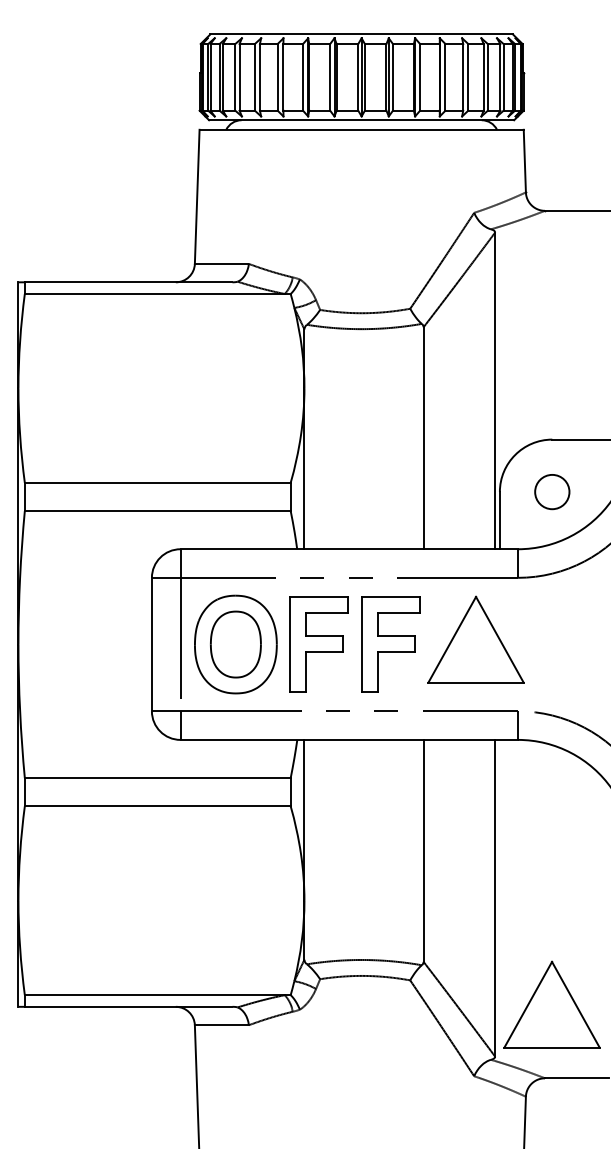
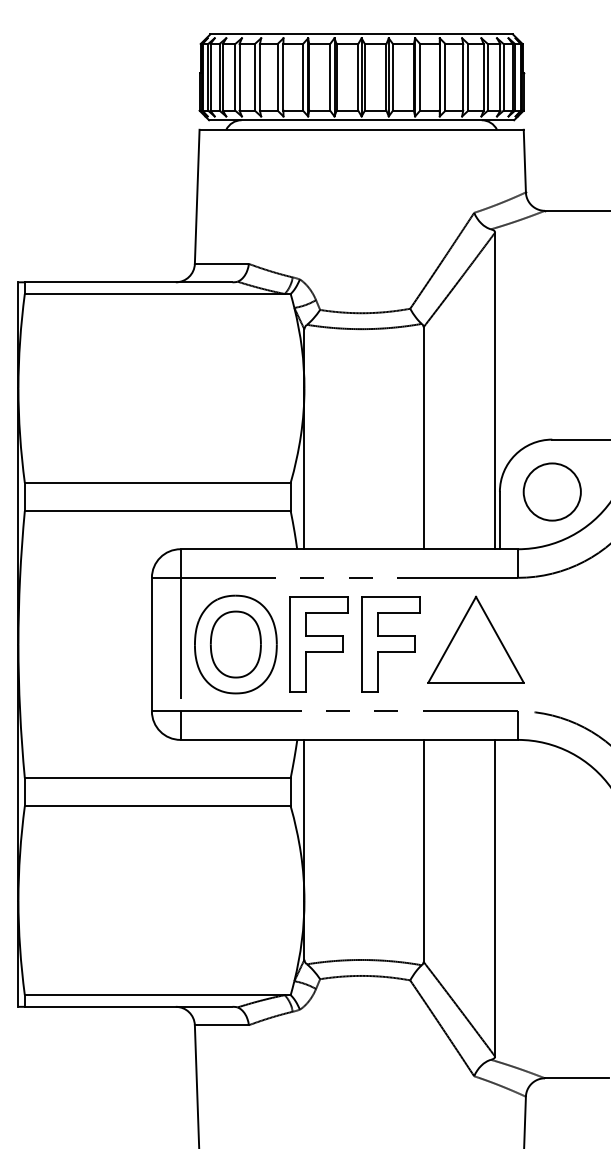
circle at (552, 491) diameter: 34 px -> 57 px
part at (551, 1004): present -> none
